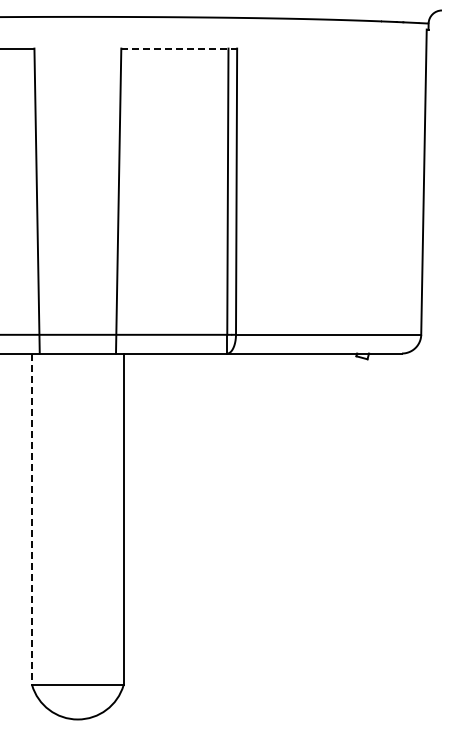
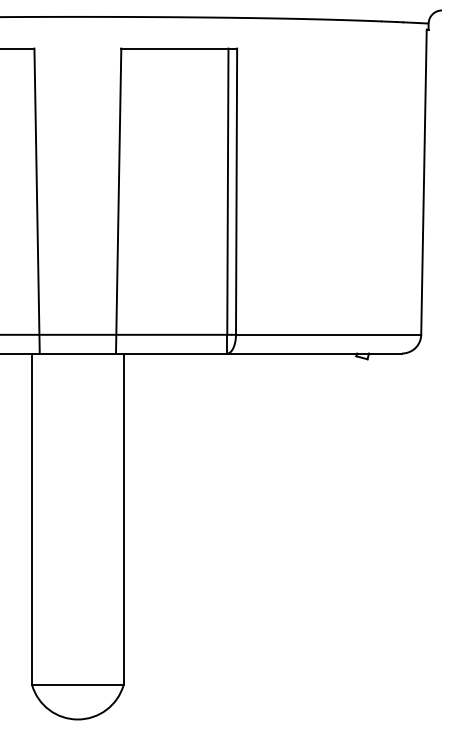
line at (179, 48): dashed -> solid
line at (32, 519): dashed -> solid
